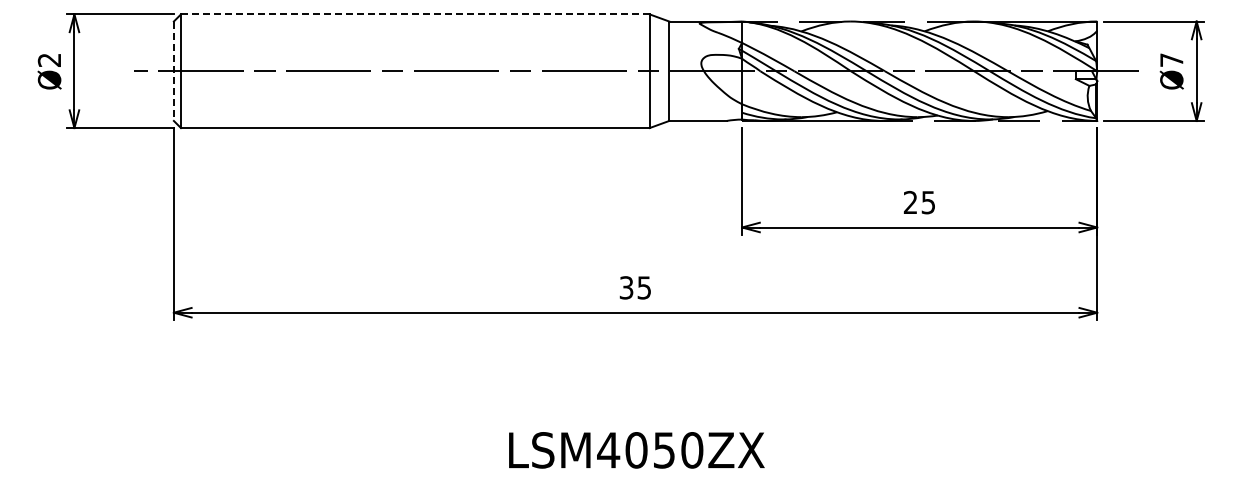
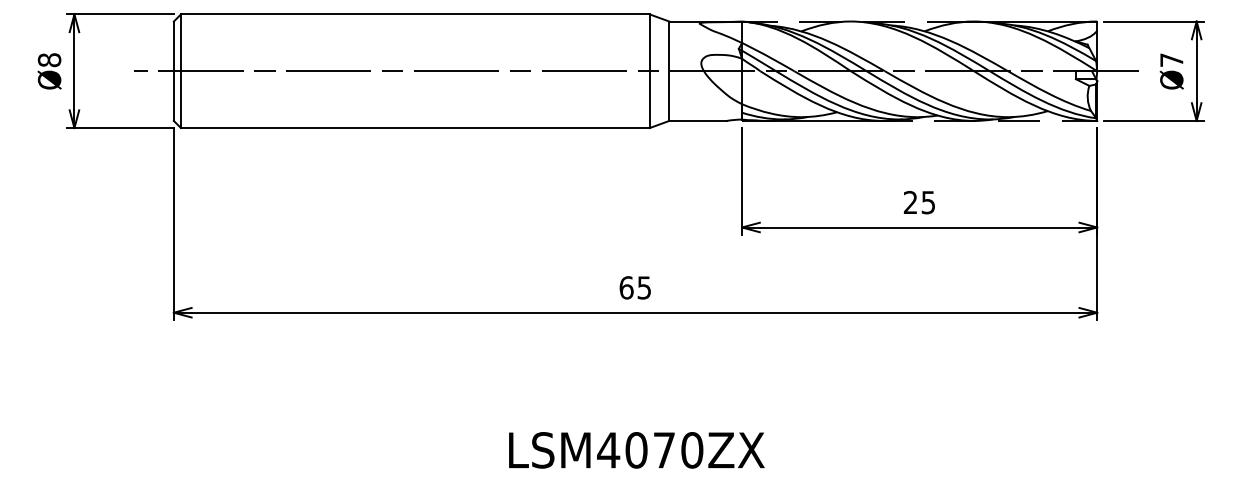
line at (414, 14): dashed -> solid
text at (49, 60): Ø2 -> Ø8
line at (173, 71): dashed -> solid
text at (626, 287): 35 -> 65
text at (664, 450): LSM4050ZX -> LSM4070ZX
